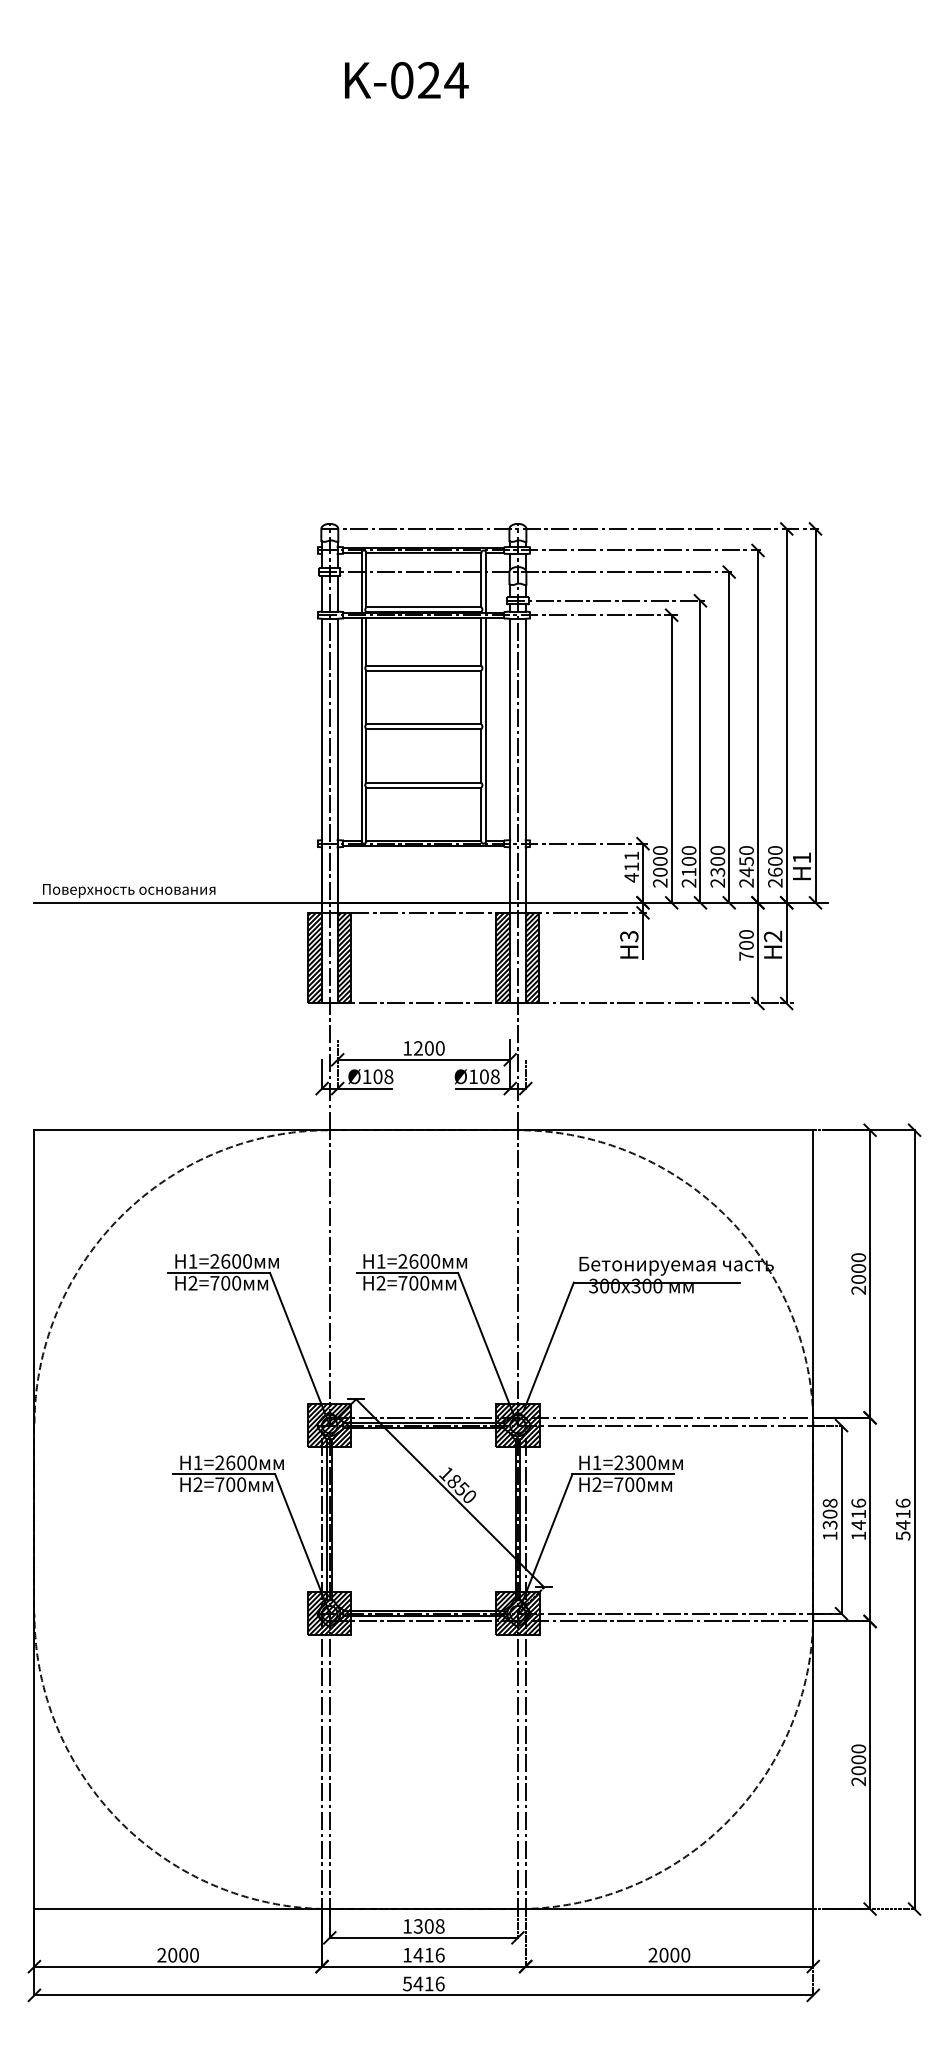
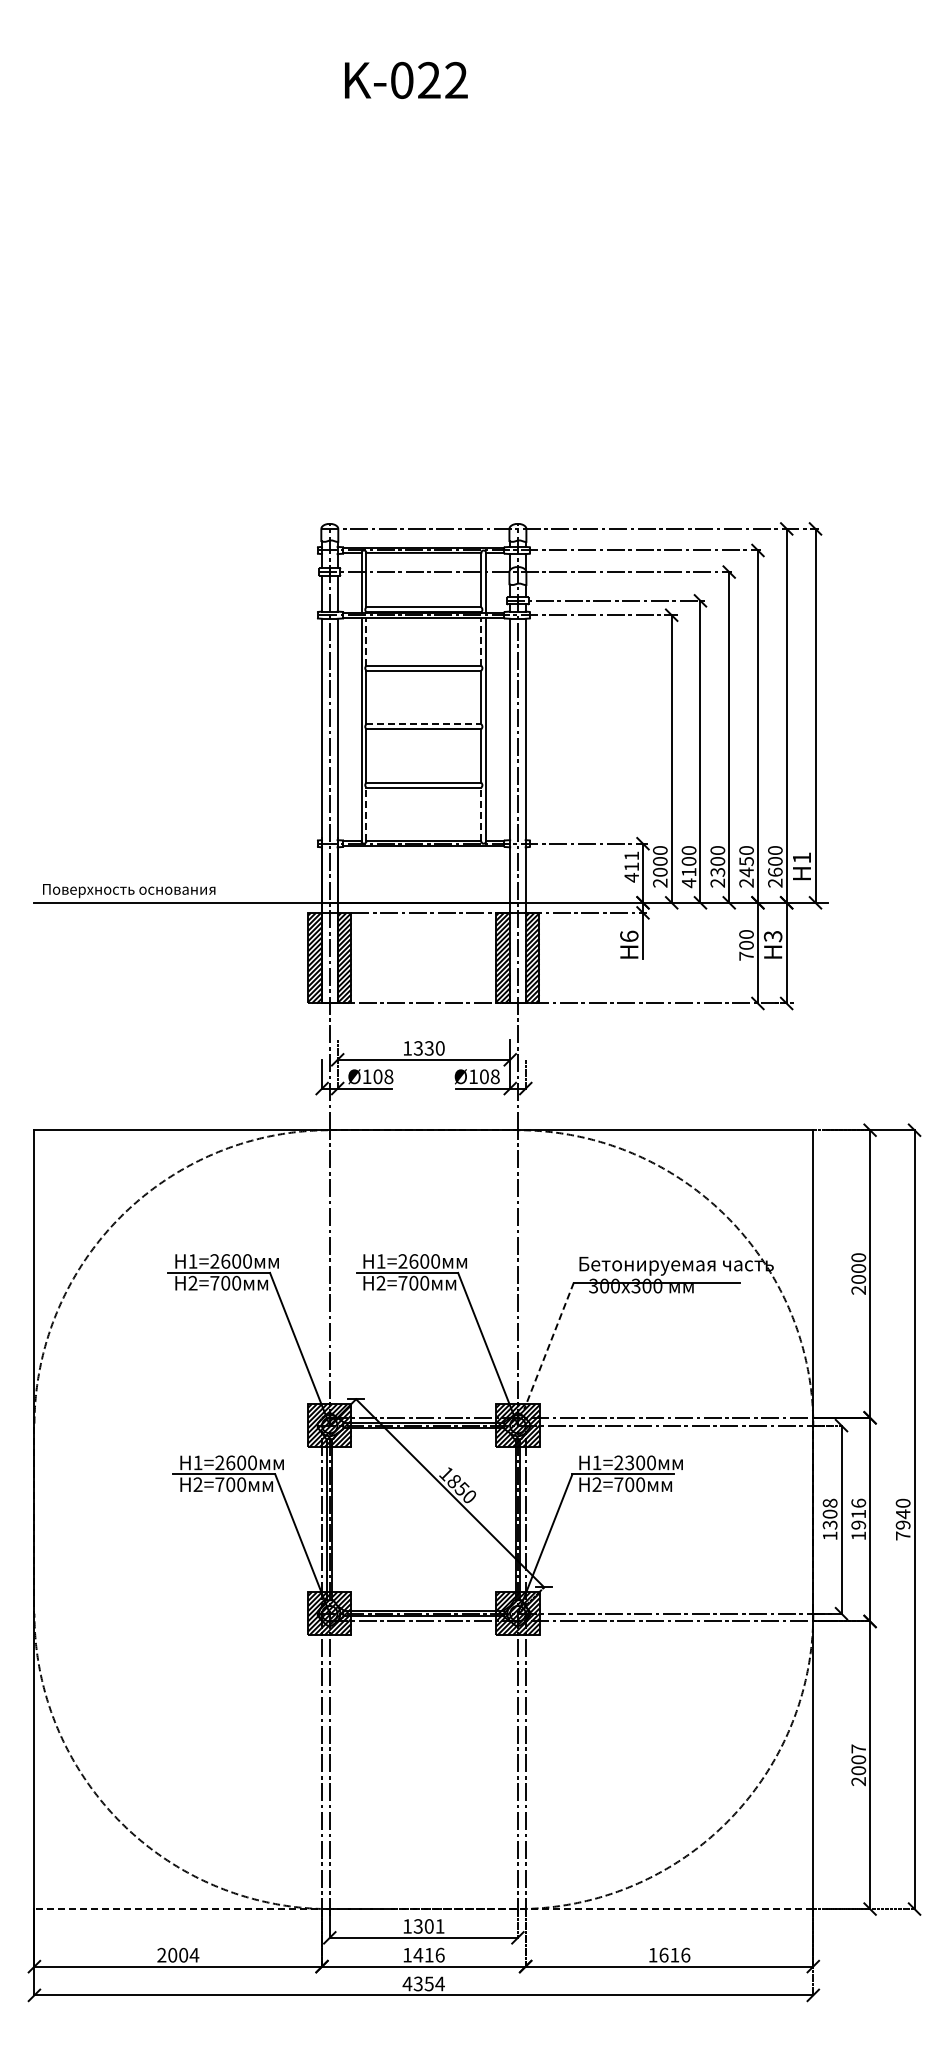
text at (456, 79): K-024 -> K-022
line at (366, 641): solid -> dashed
line at (481, 641): solid -> dashed
line at (424, 724): solid -> dashed
line at (366, 814): solid -> dashed
line at (481, 814): solid -> dashed
text at (688, 883): 2100 -> 4100
text at (629, 936): H3 -> H6
text at (773, 936): H2 -> H3
text at (423, 1048): 1200 -> 1330
line at (548, 1346): solid -> dashed
text at (902, 1519): 5416 -> 7940
text at (858, 1525): 1416 -> 1916
text at (858, 1748): 2000 -> 2007
line at (423, 1909): solid -> dashed
text at (439, 1926): 1308 -> 1301
text at (194, 1954): 2000 -> 2004
text at (669, 1954): 2000 -> 1616
text at (423, 1983): 5416 -> 4354
